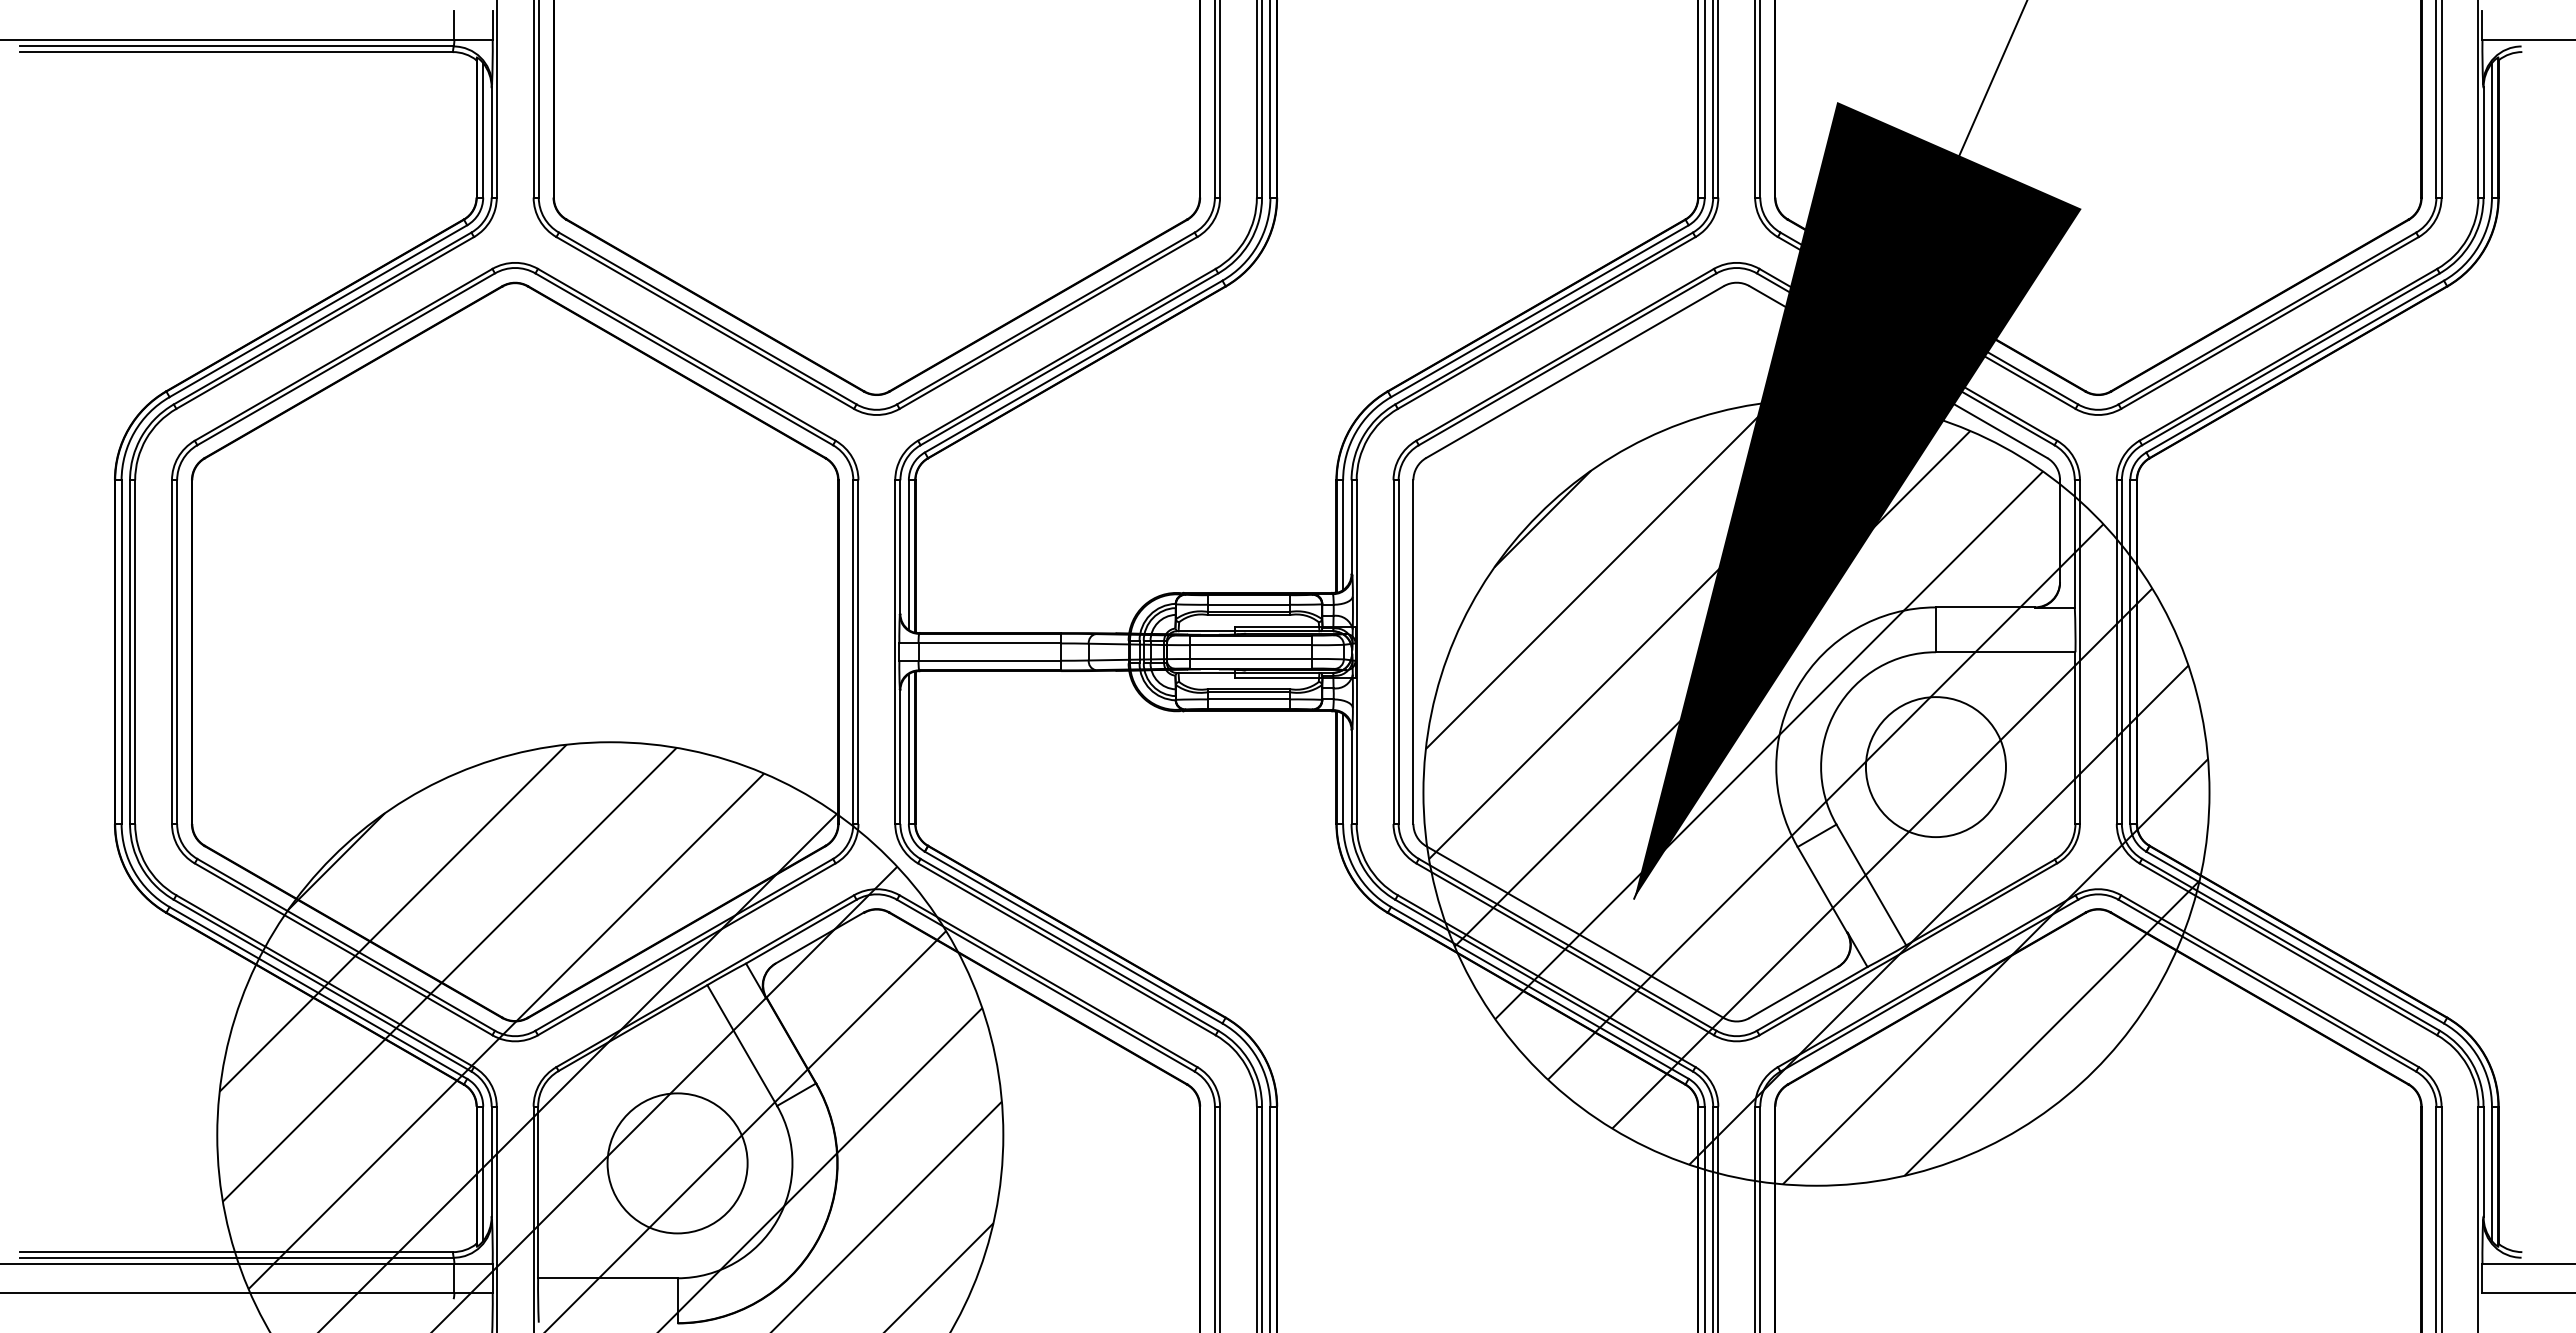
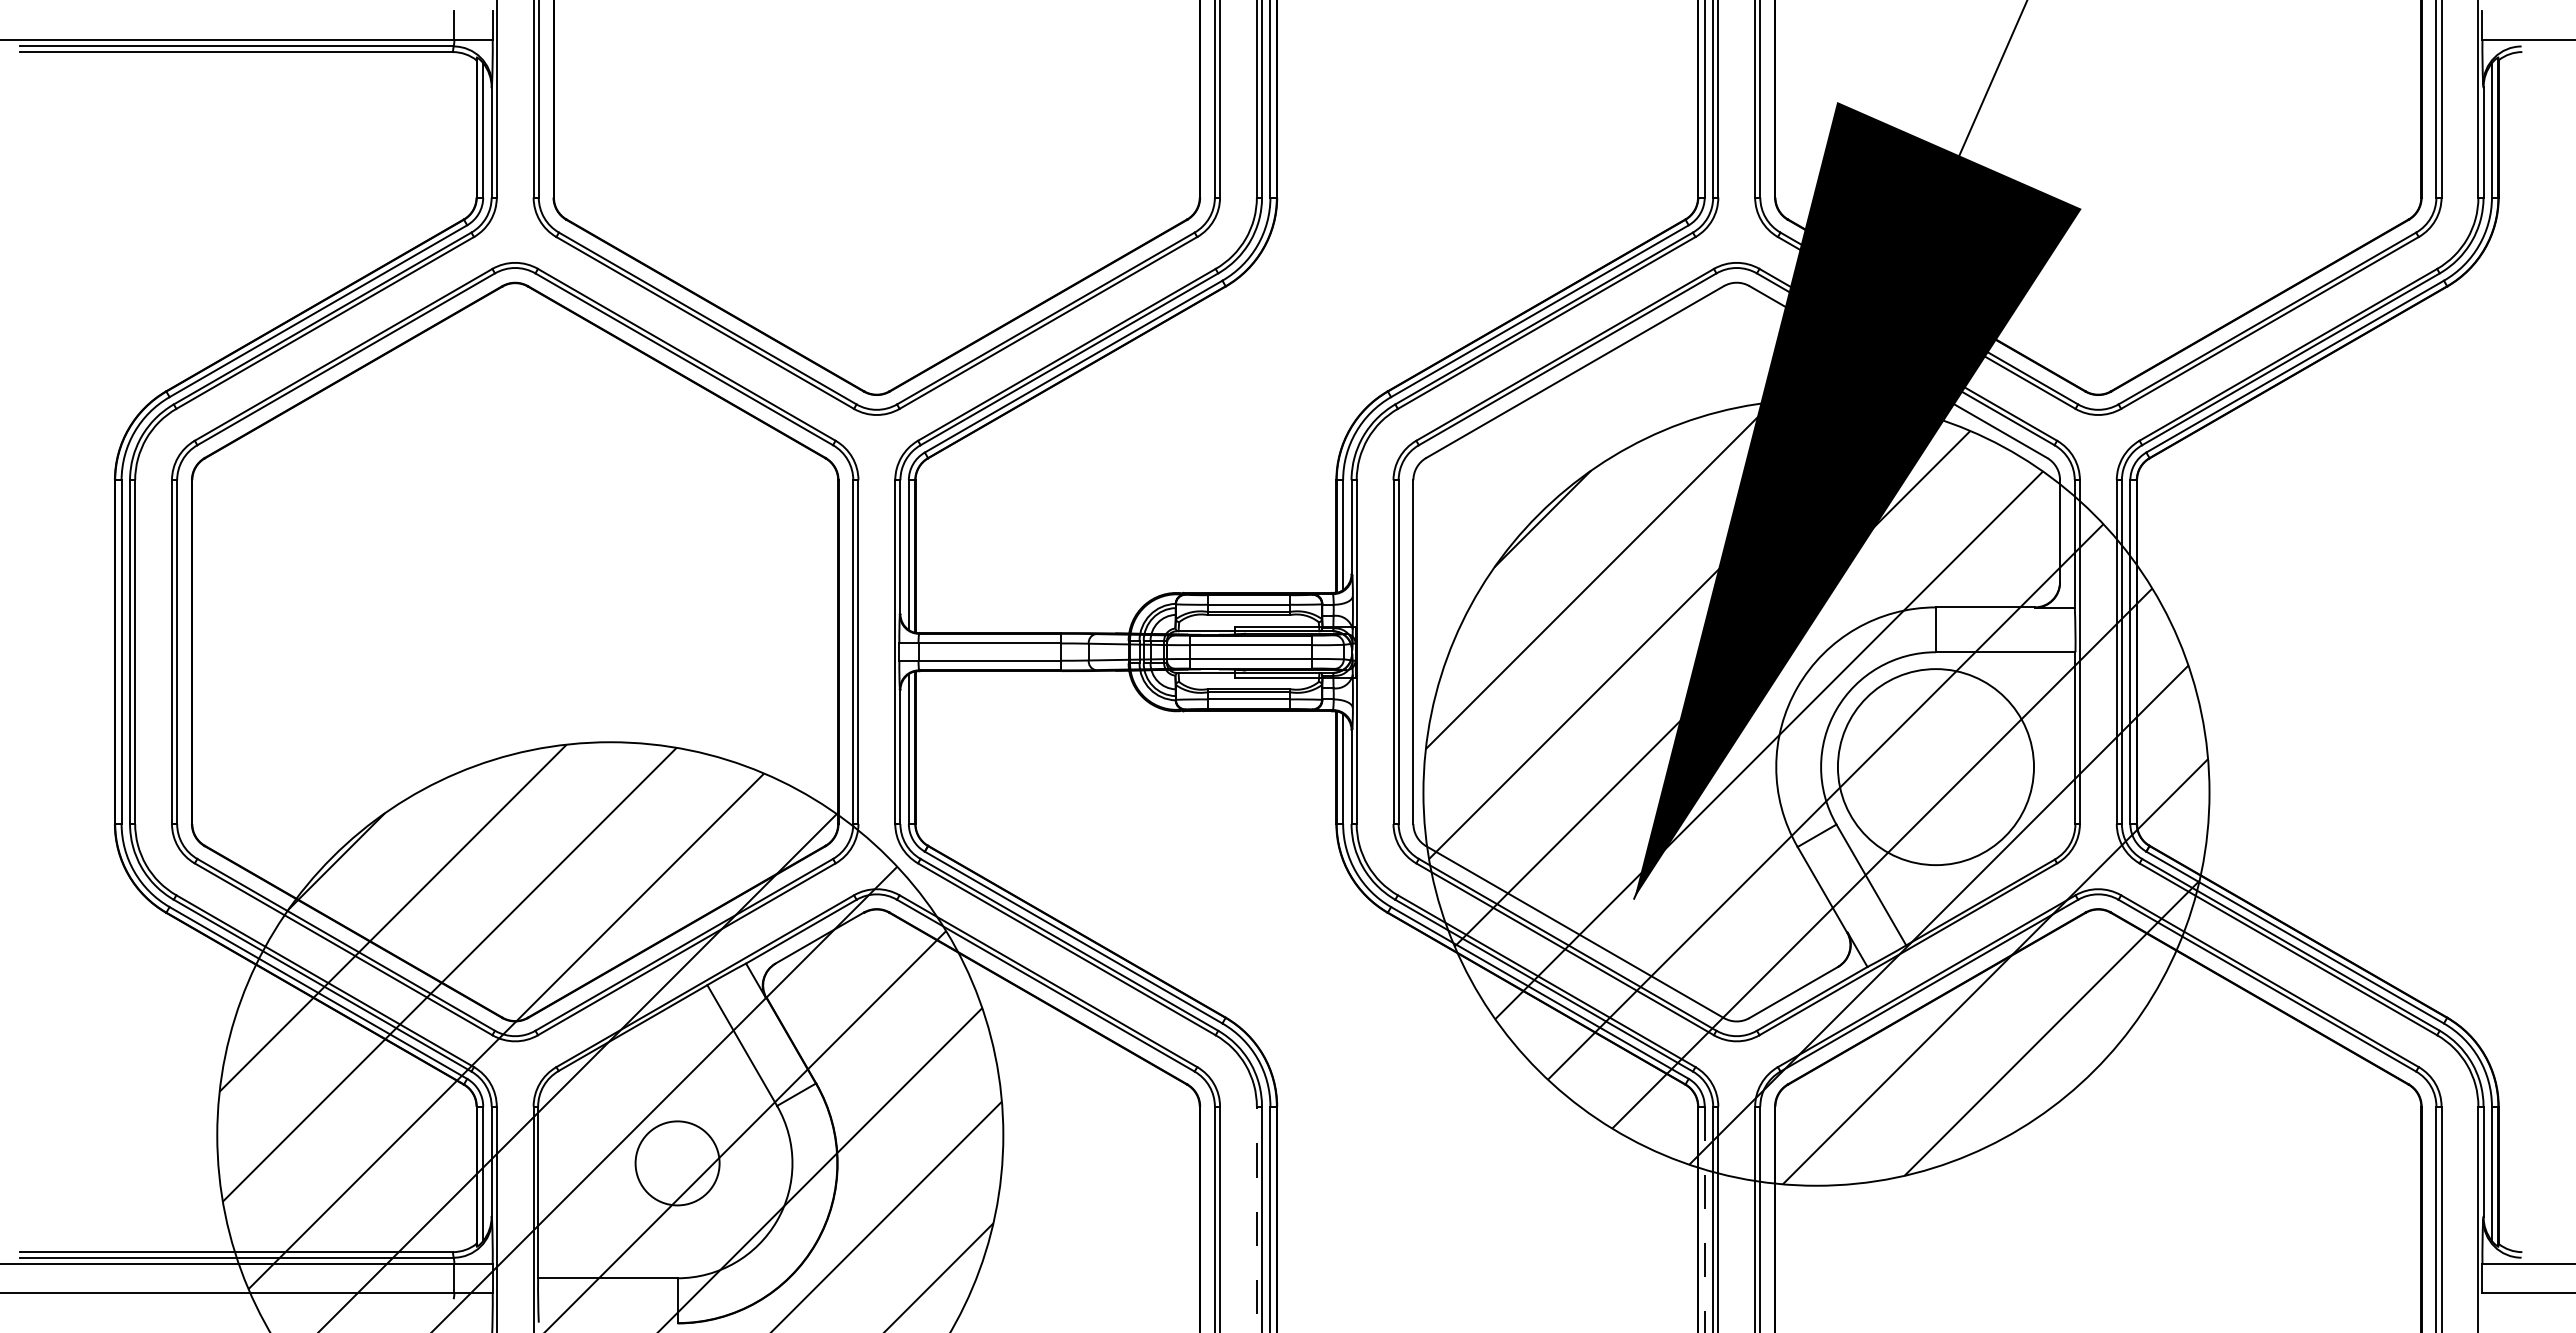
circle at (1935, 767) diameter: 140 px -> 196 px
circle at (677, 1163) diameter: 140 px -> 84 px
line at (1256, 1219): solid -> dashed
line at (1704, 1219): solid -> dashed
